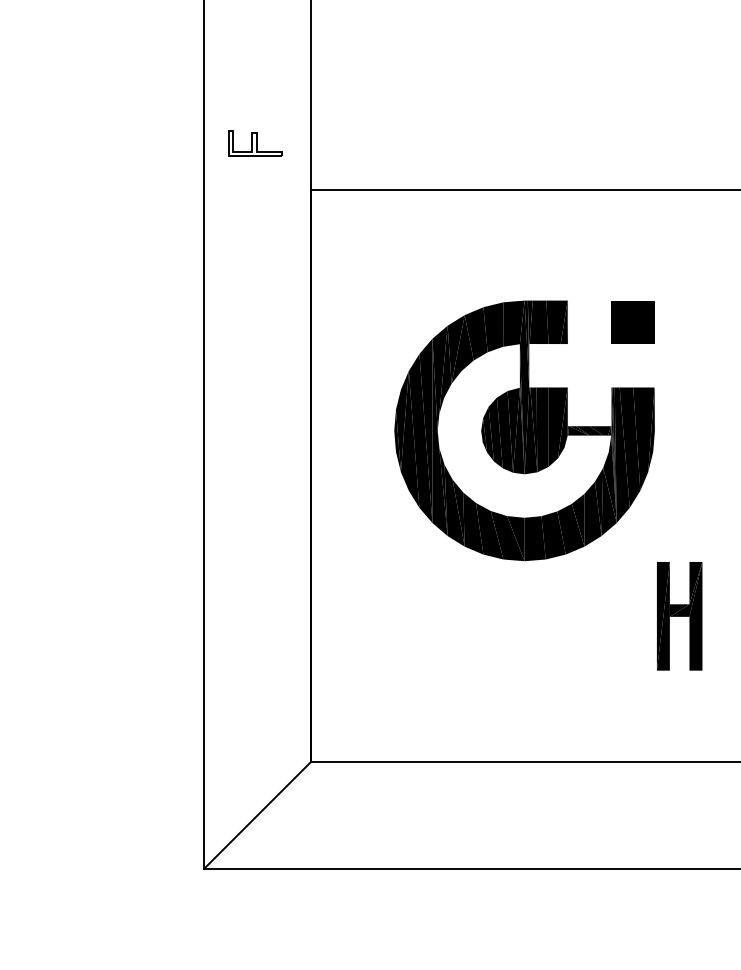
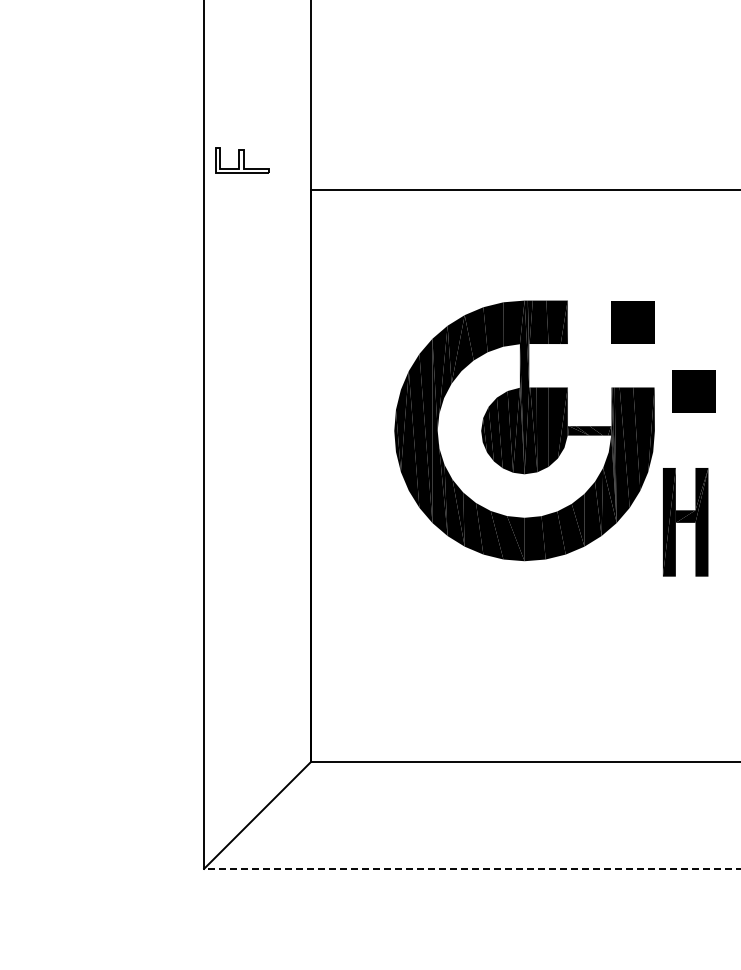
part at (255, 143) position: (255, 143) -> (242, 160)
part at (693, 391): none -> present
part at (679, 616) position: (679, 616) -> (685, 522)
line at (472, 868): solid -> dashed
